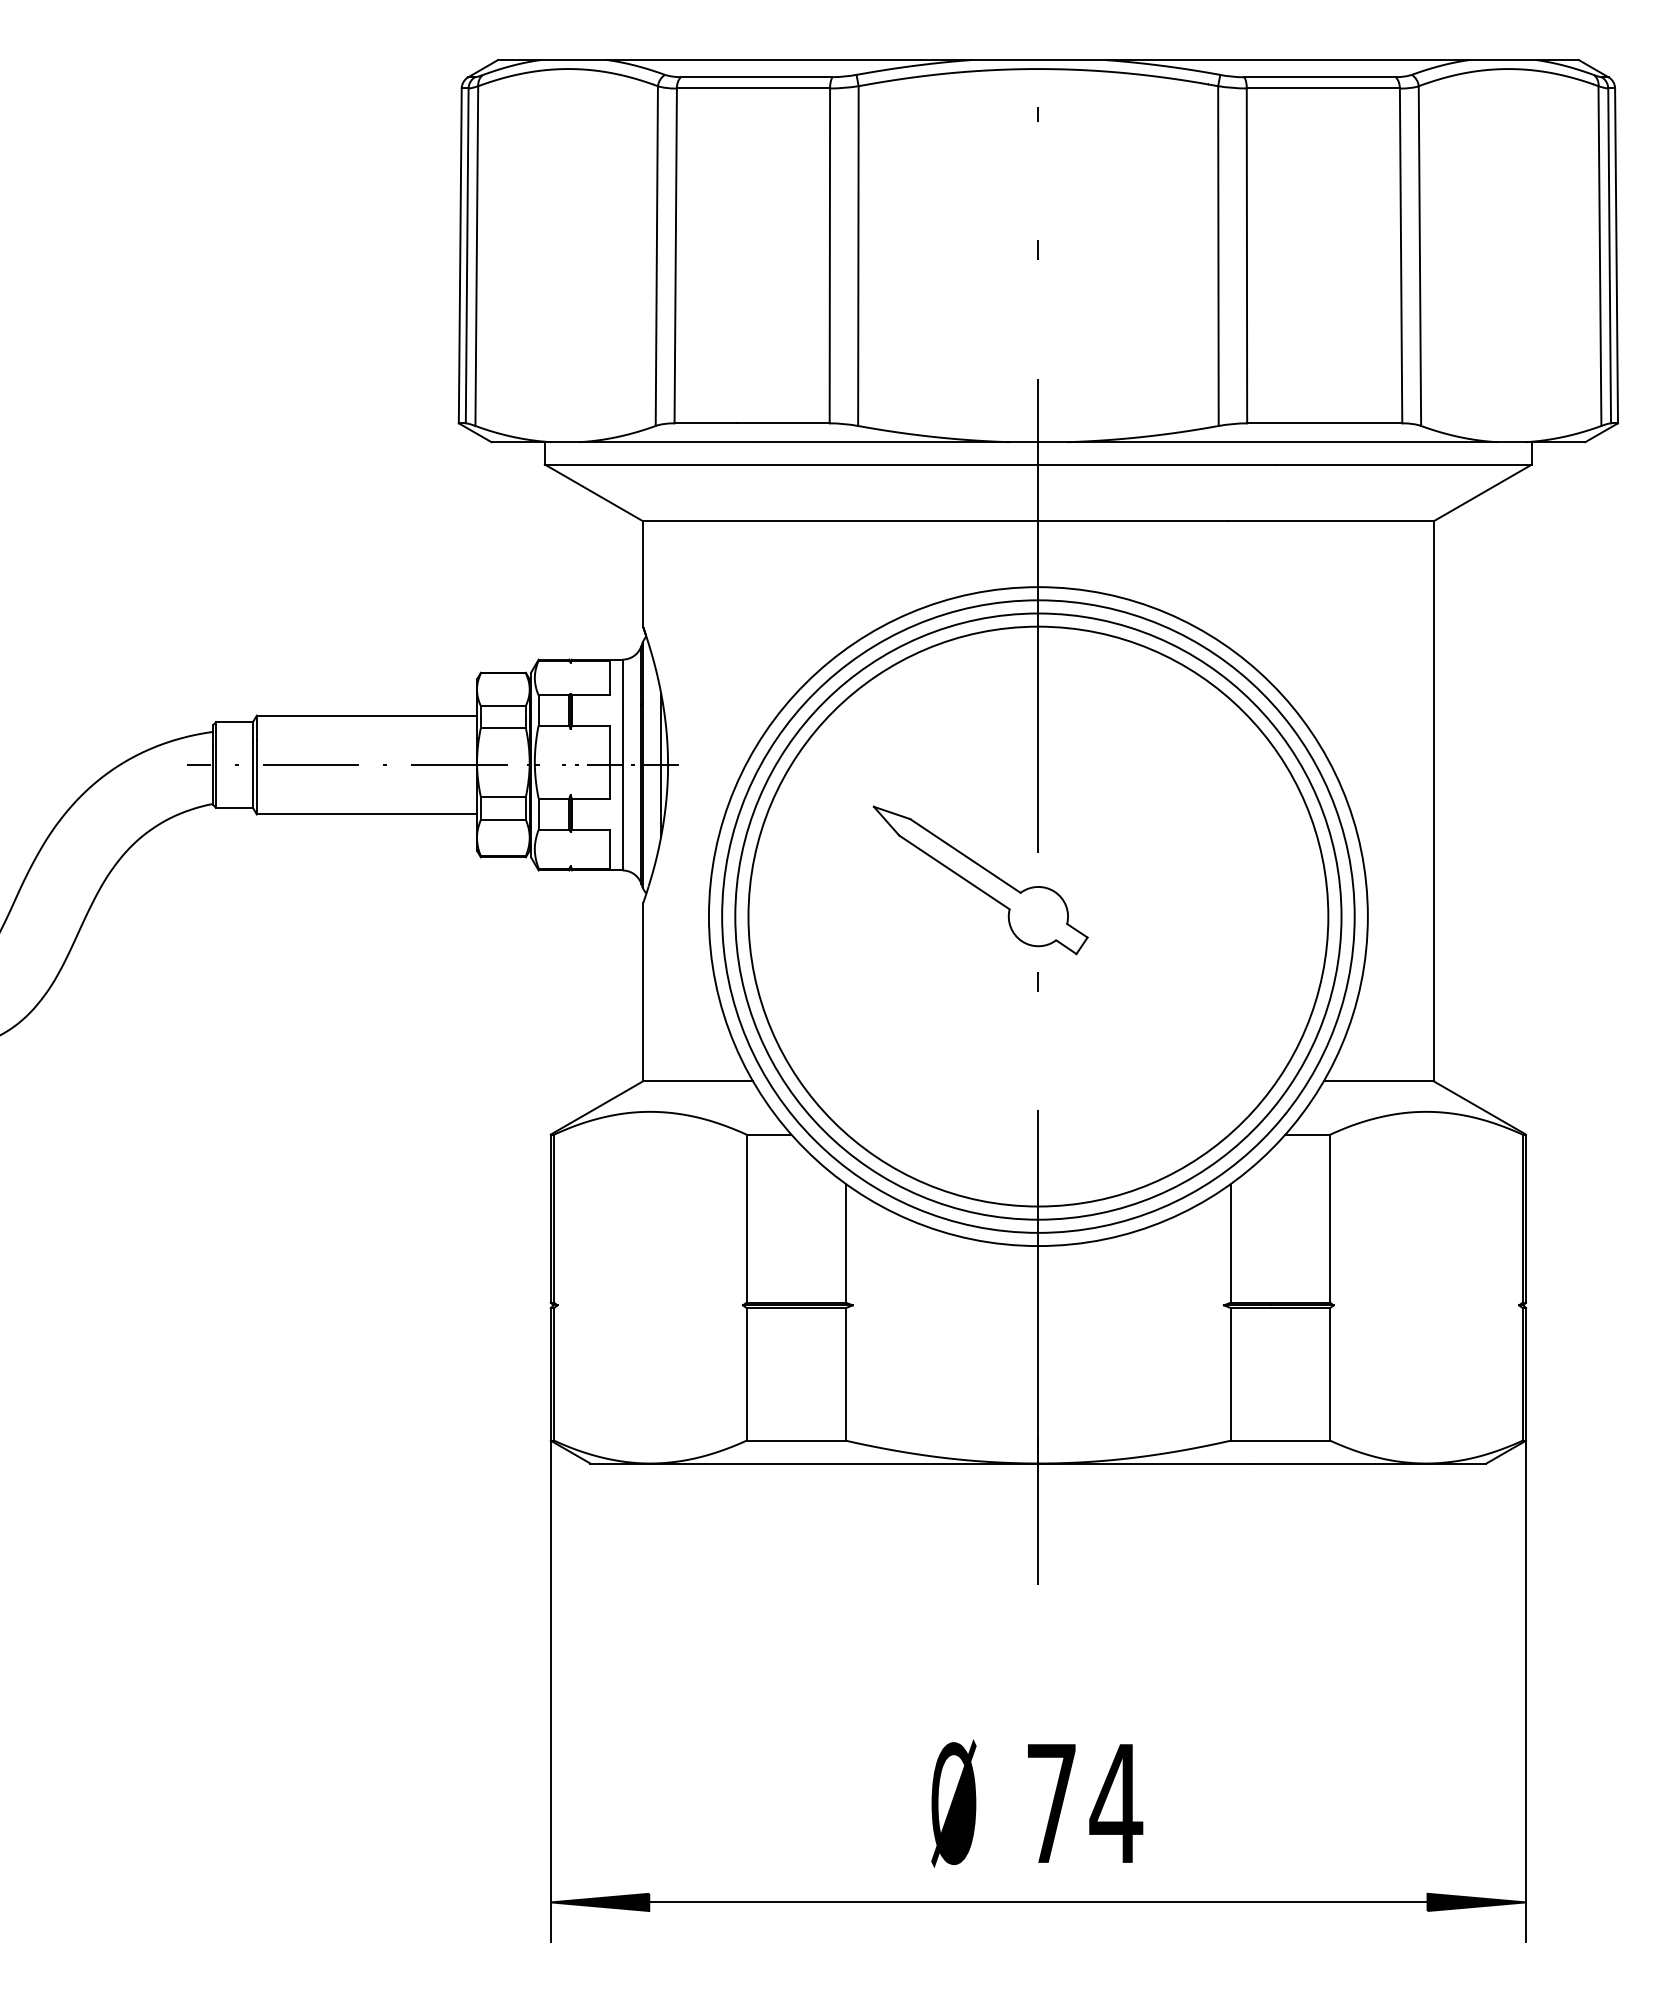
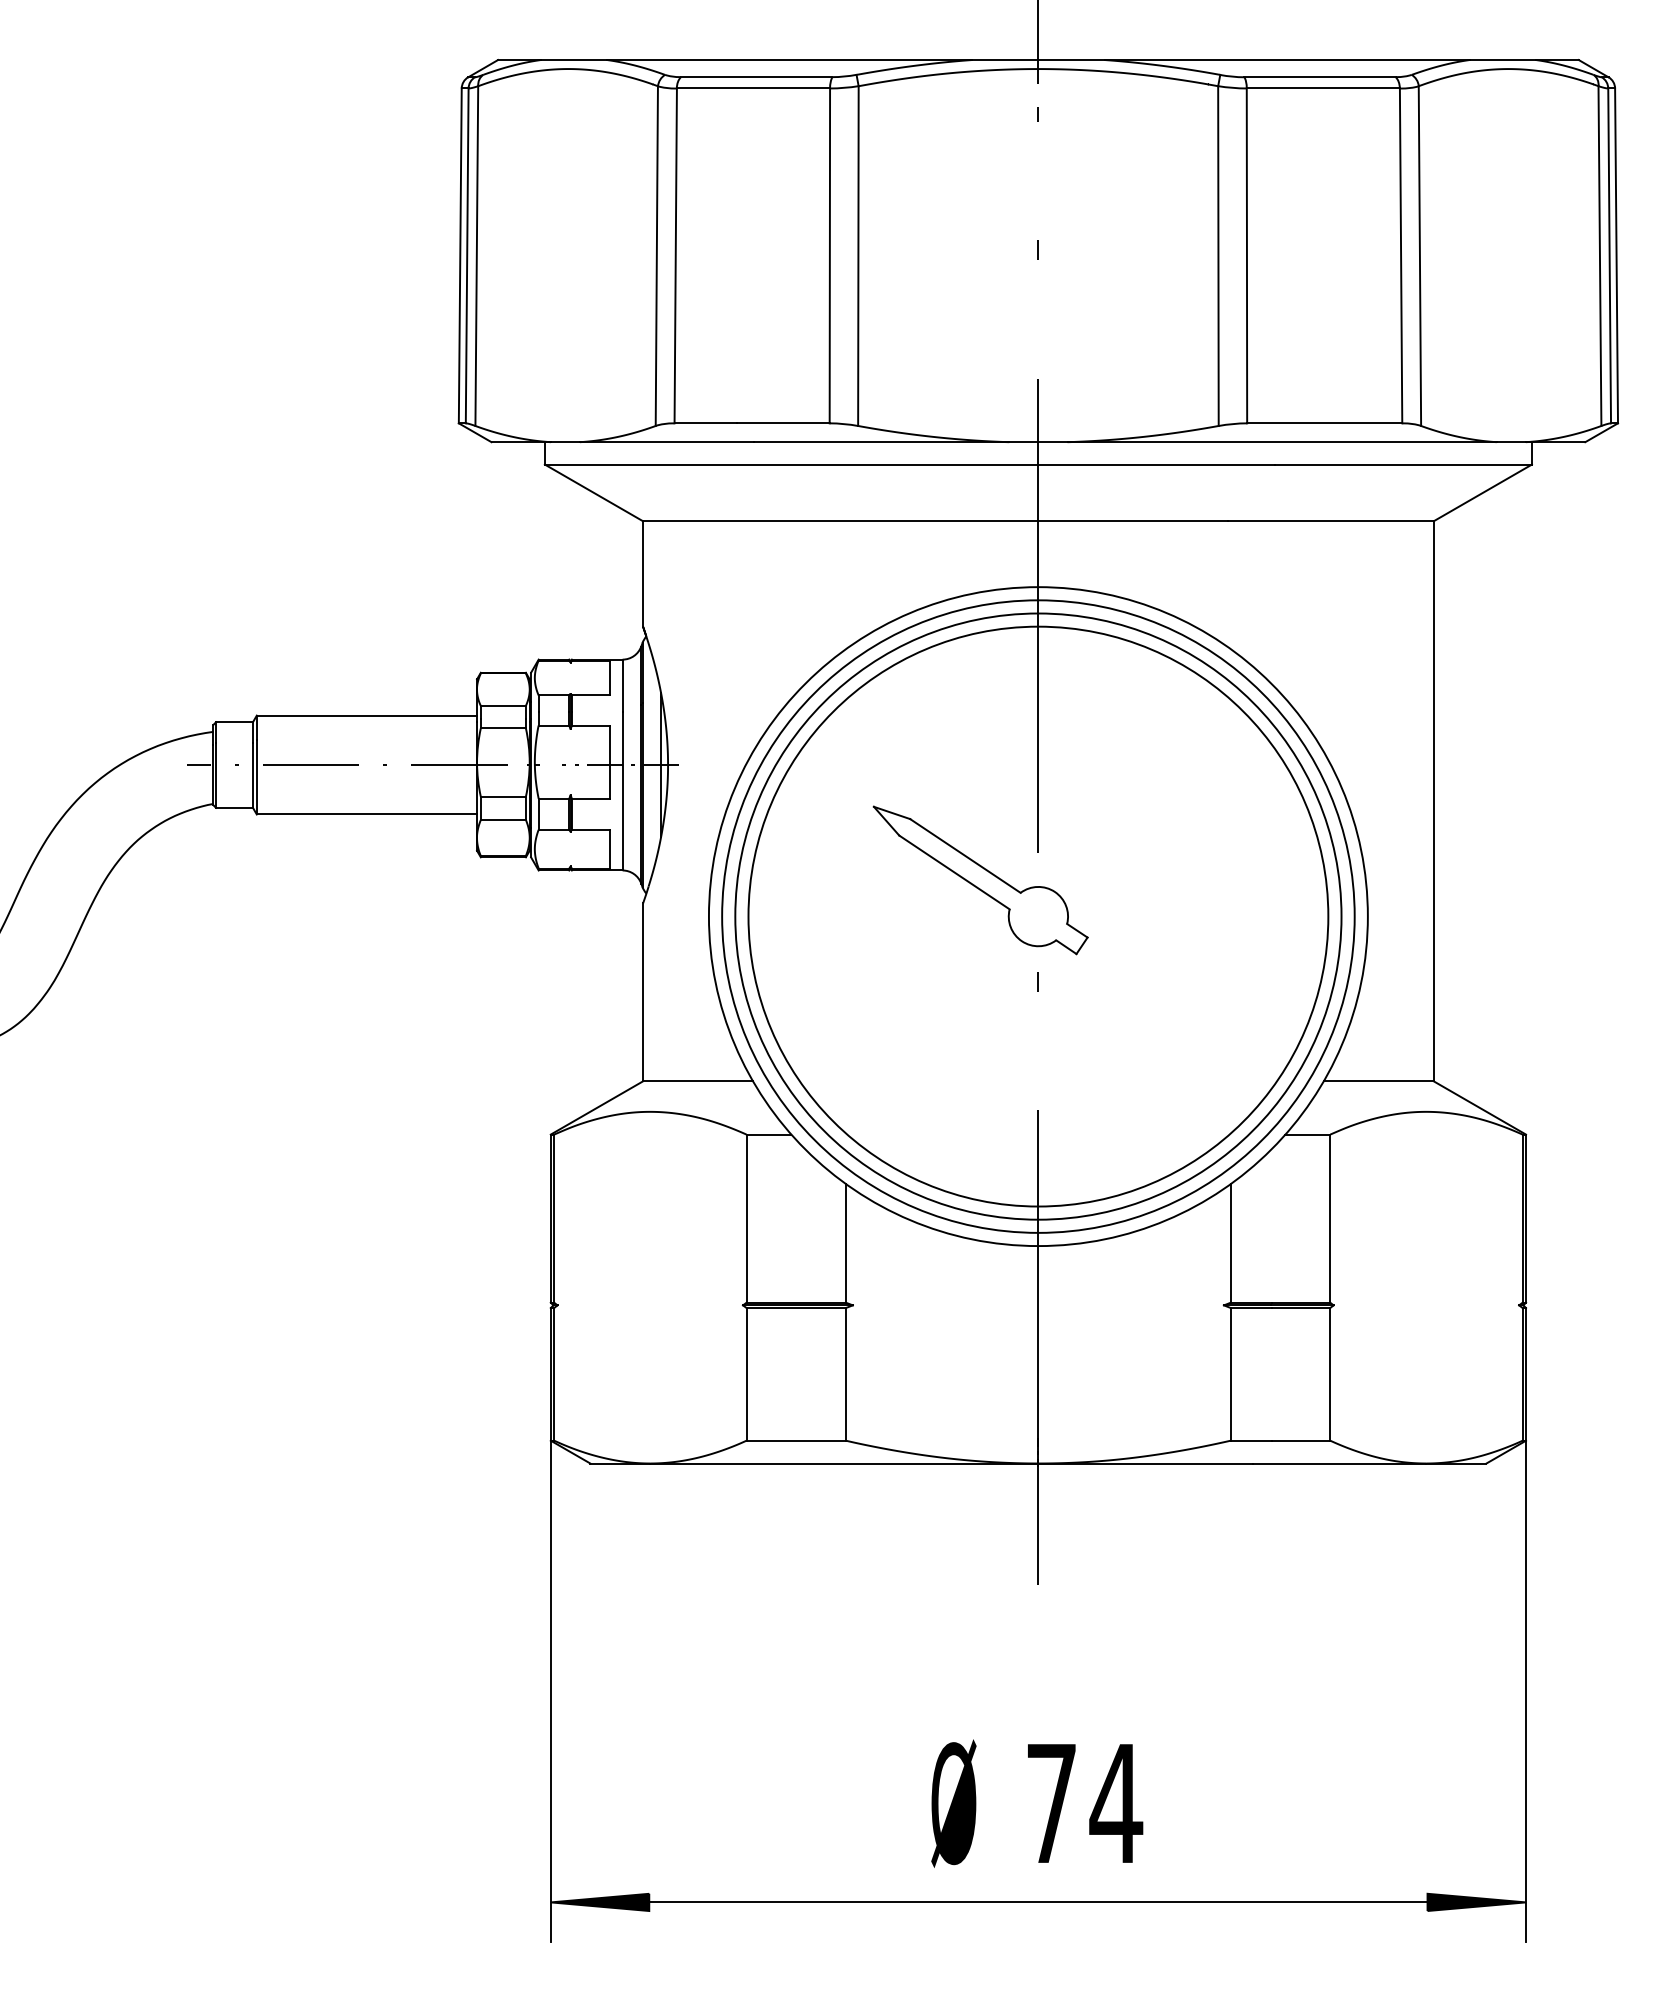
line at (1038, 43): none -> present
